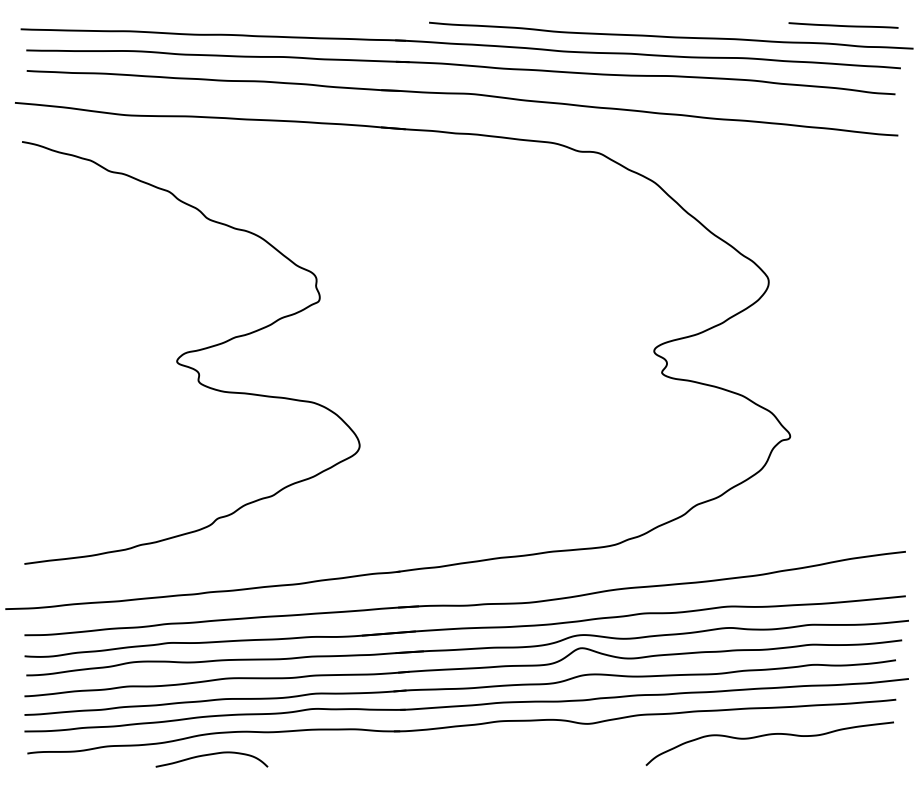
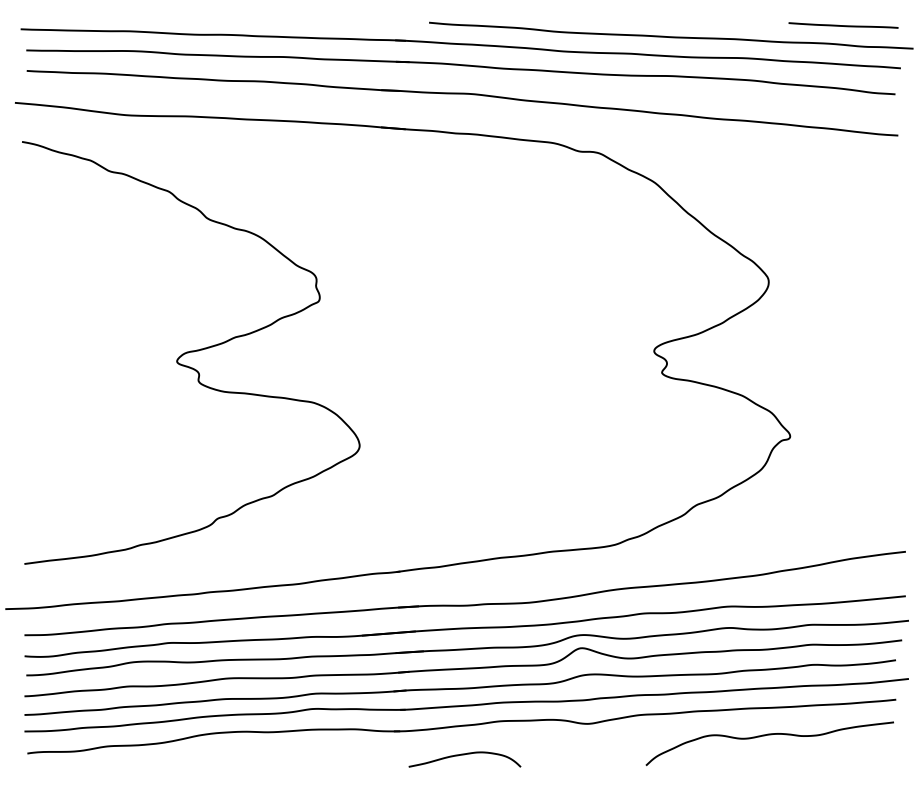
curve at (211, 755) position: (211, 755) -> (464, 755)
